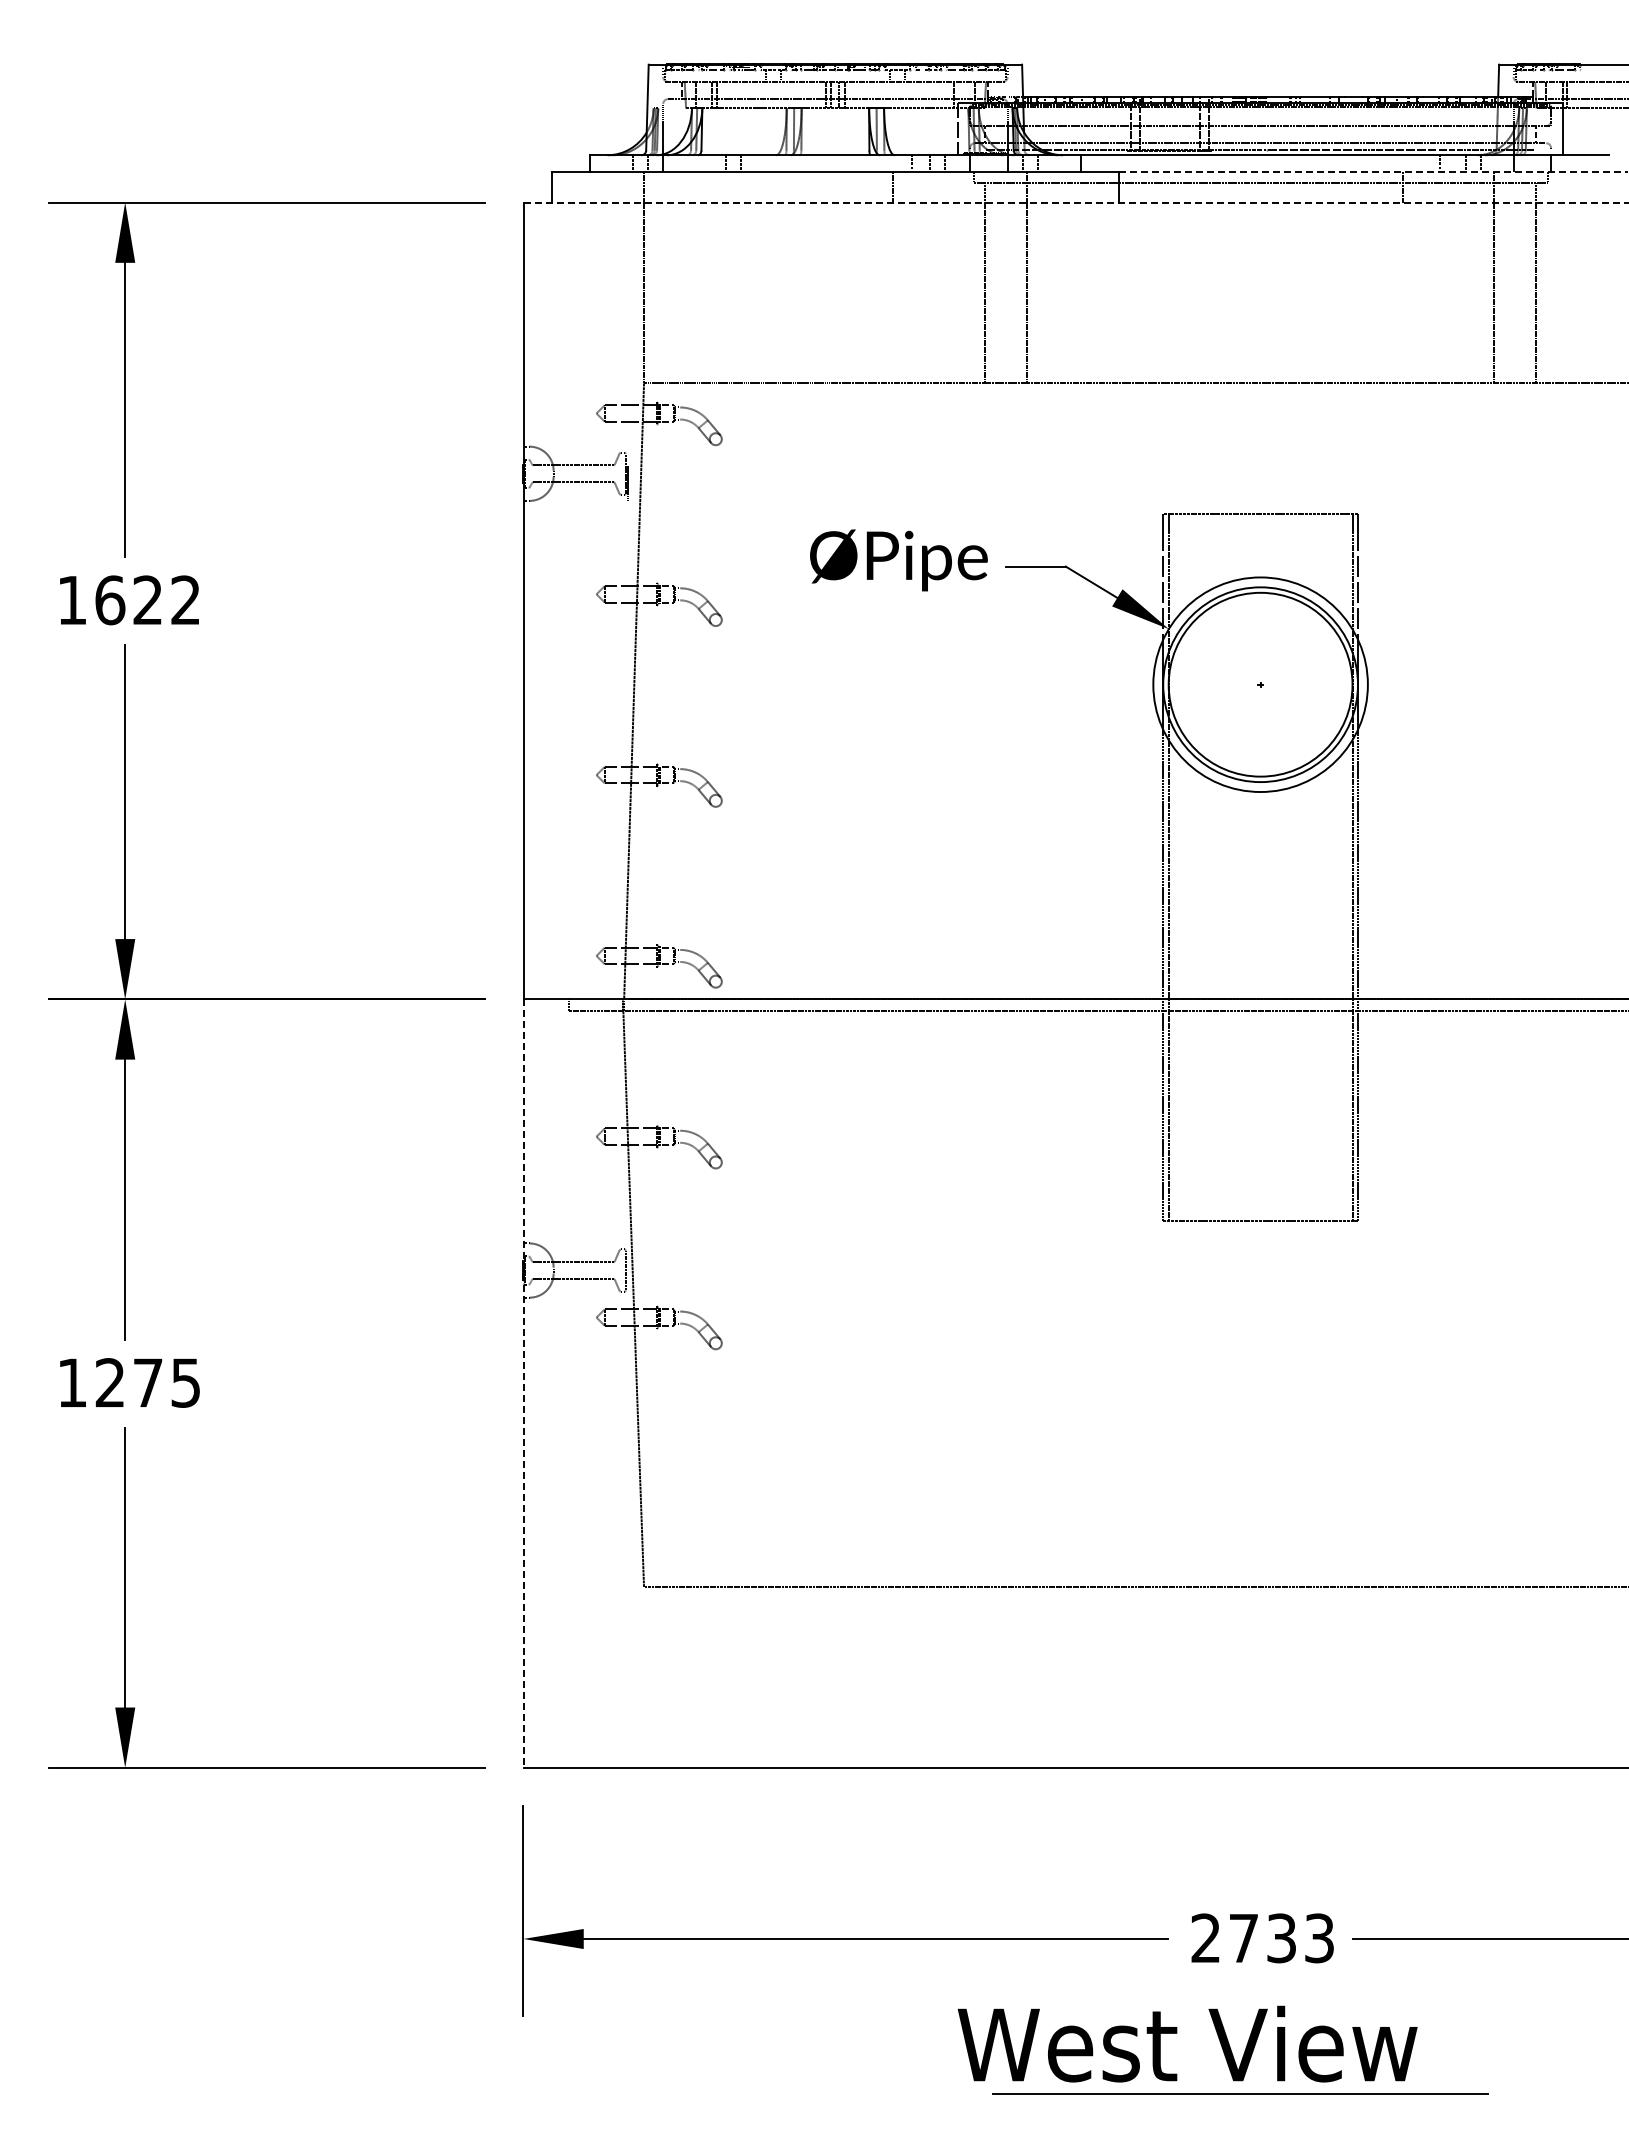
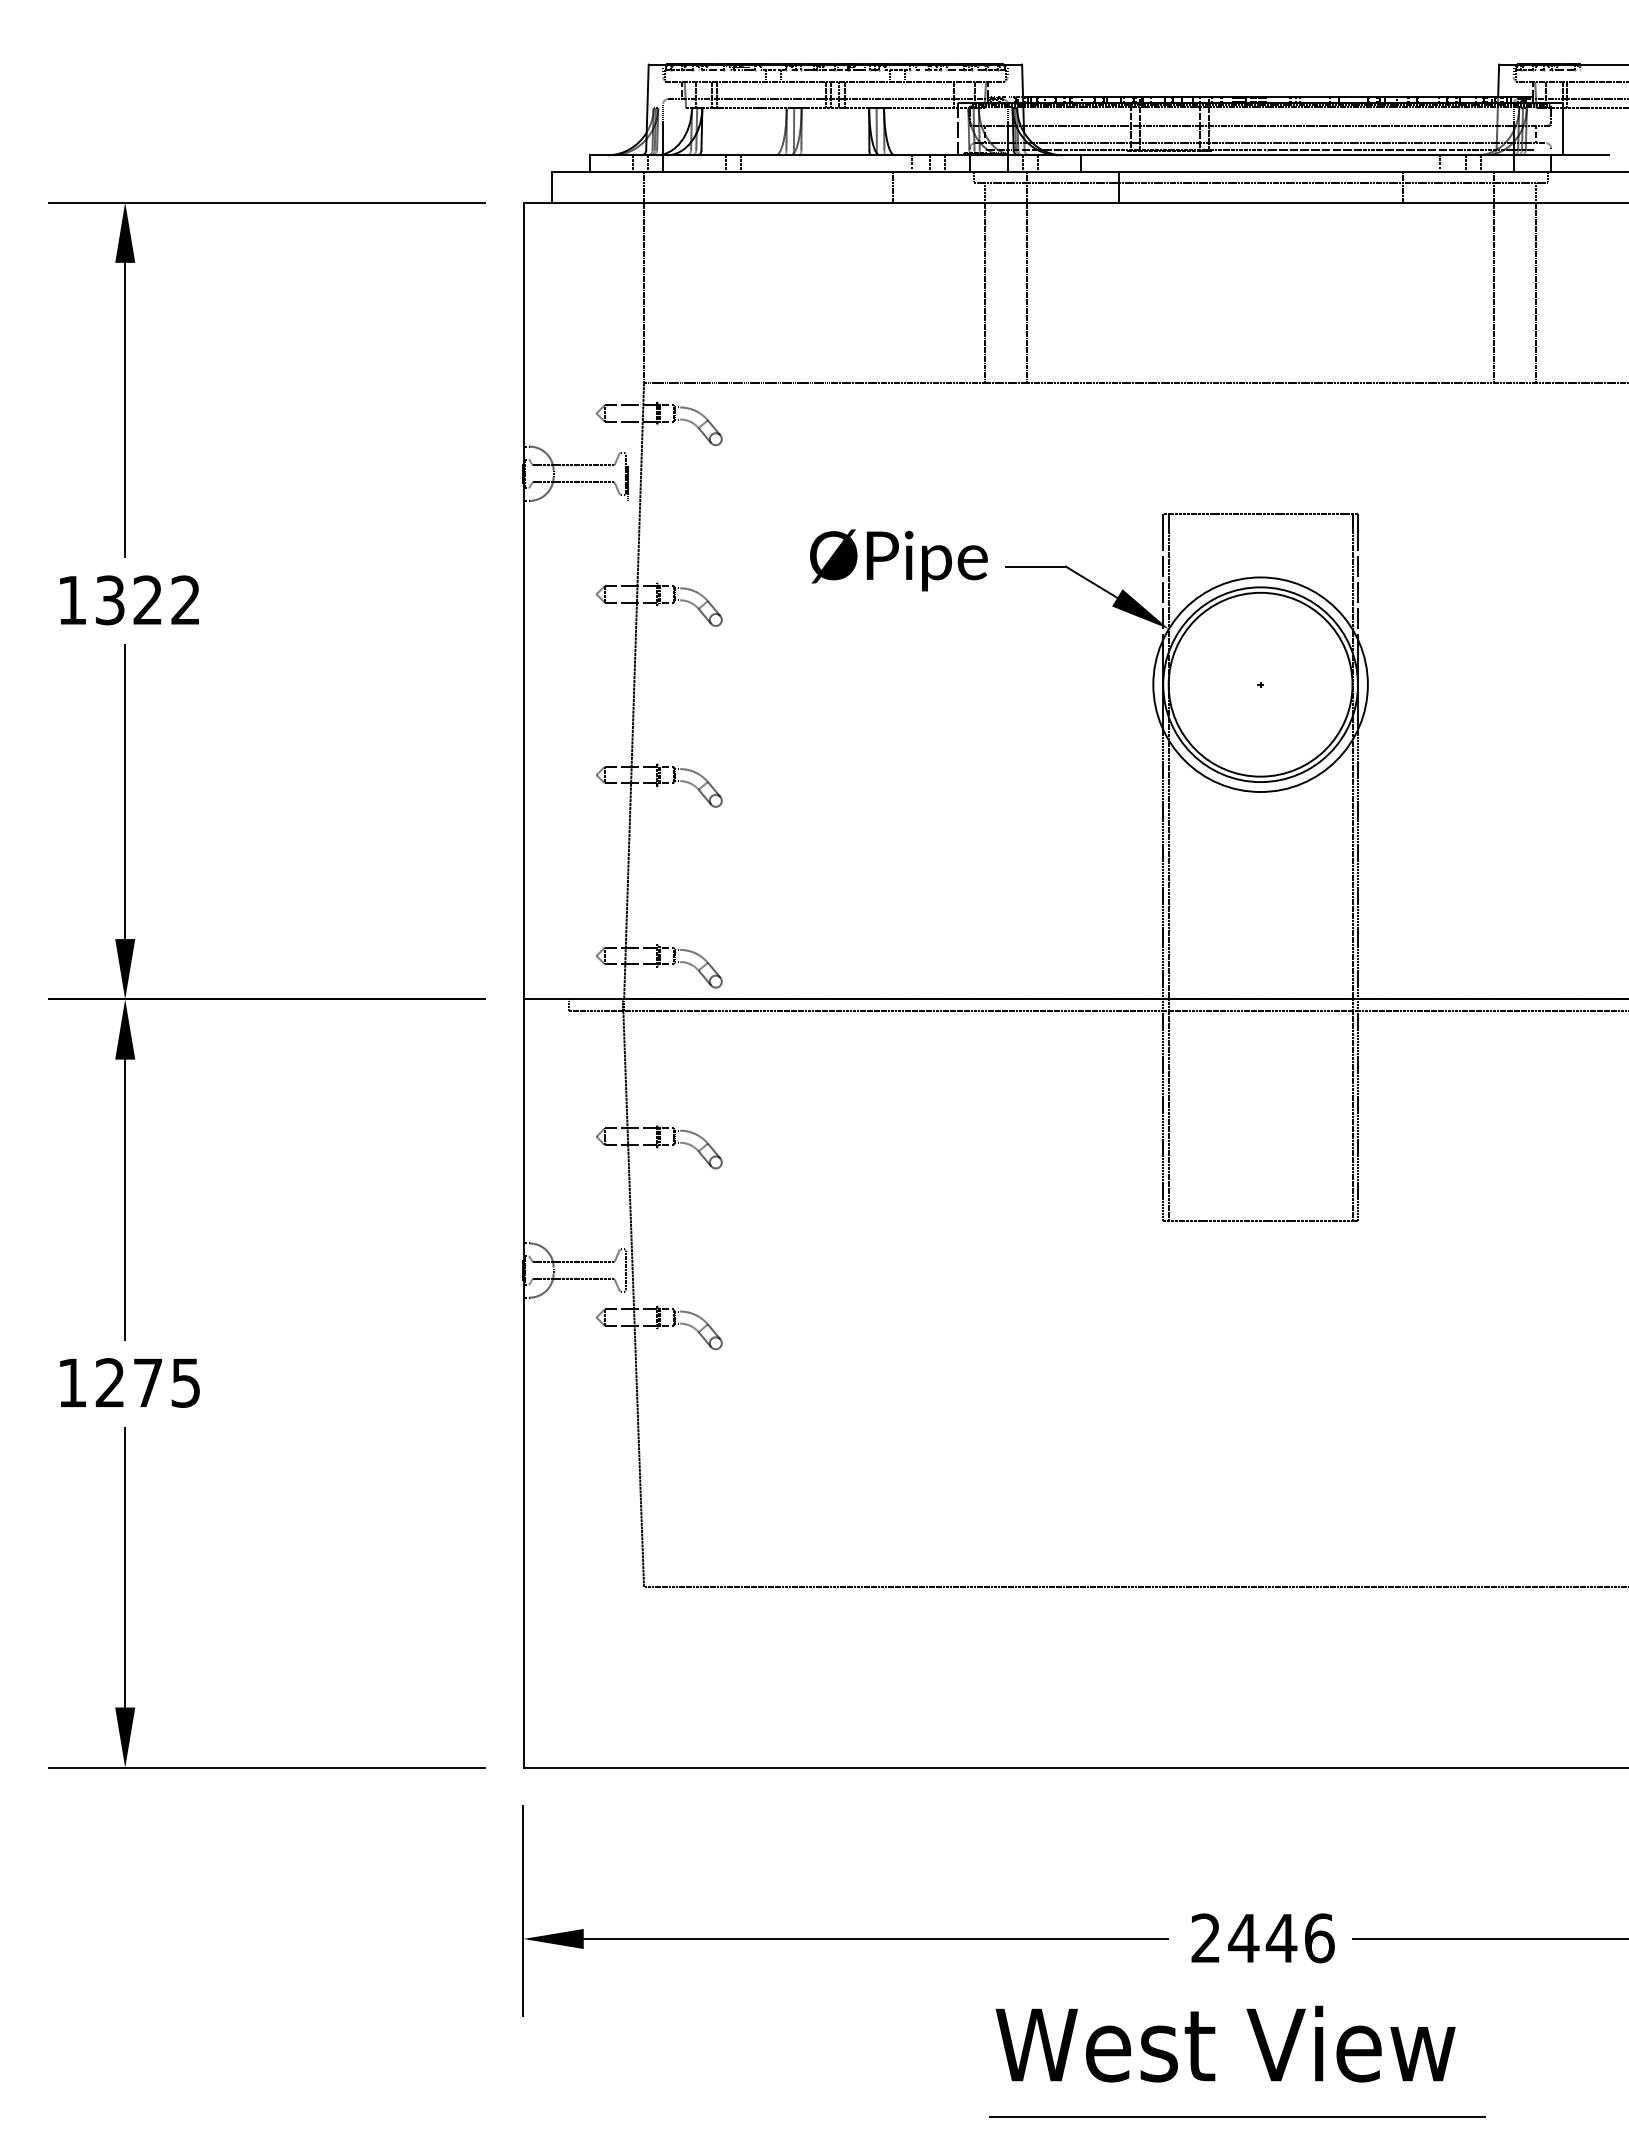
line at (1373, 171): dashed -> solid
line at (1076, 202): dashed -> solid
text at (110, 600): 1622 -> 1322
line at (523, 1384): dashed -> solid
text at (1281, 1938): 2733 -> 2446
text at (1187, 2043) position: (1187, 2043) -> (1225, 2043)
line at (1240, 2093) position: (1240, 2093) -> (1237, 2116)
